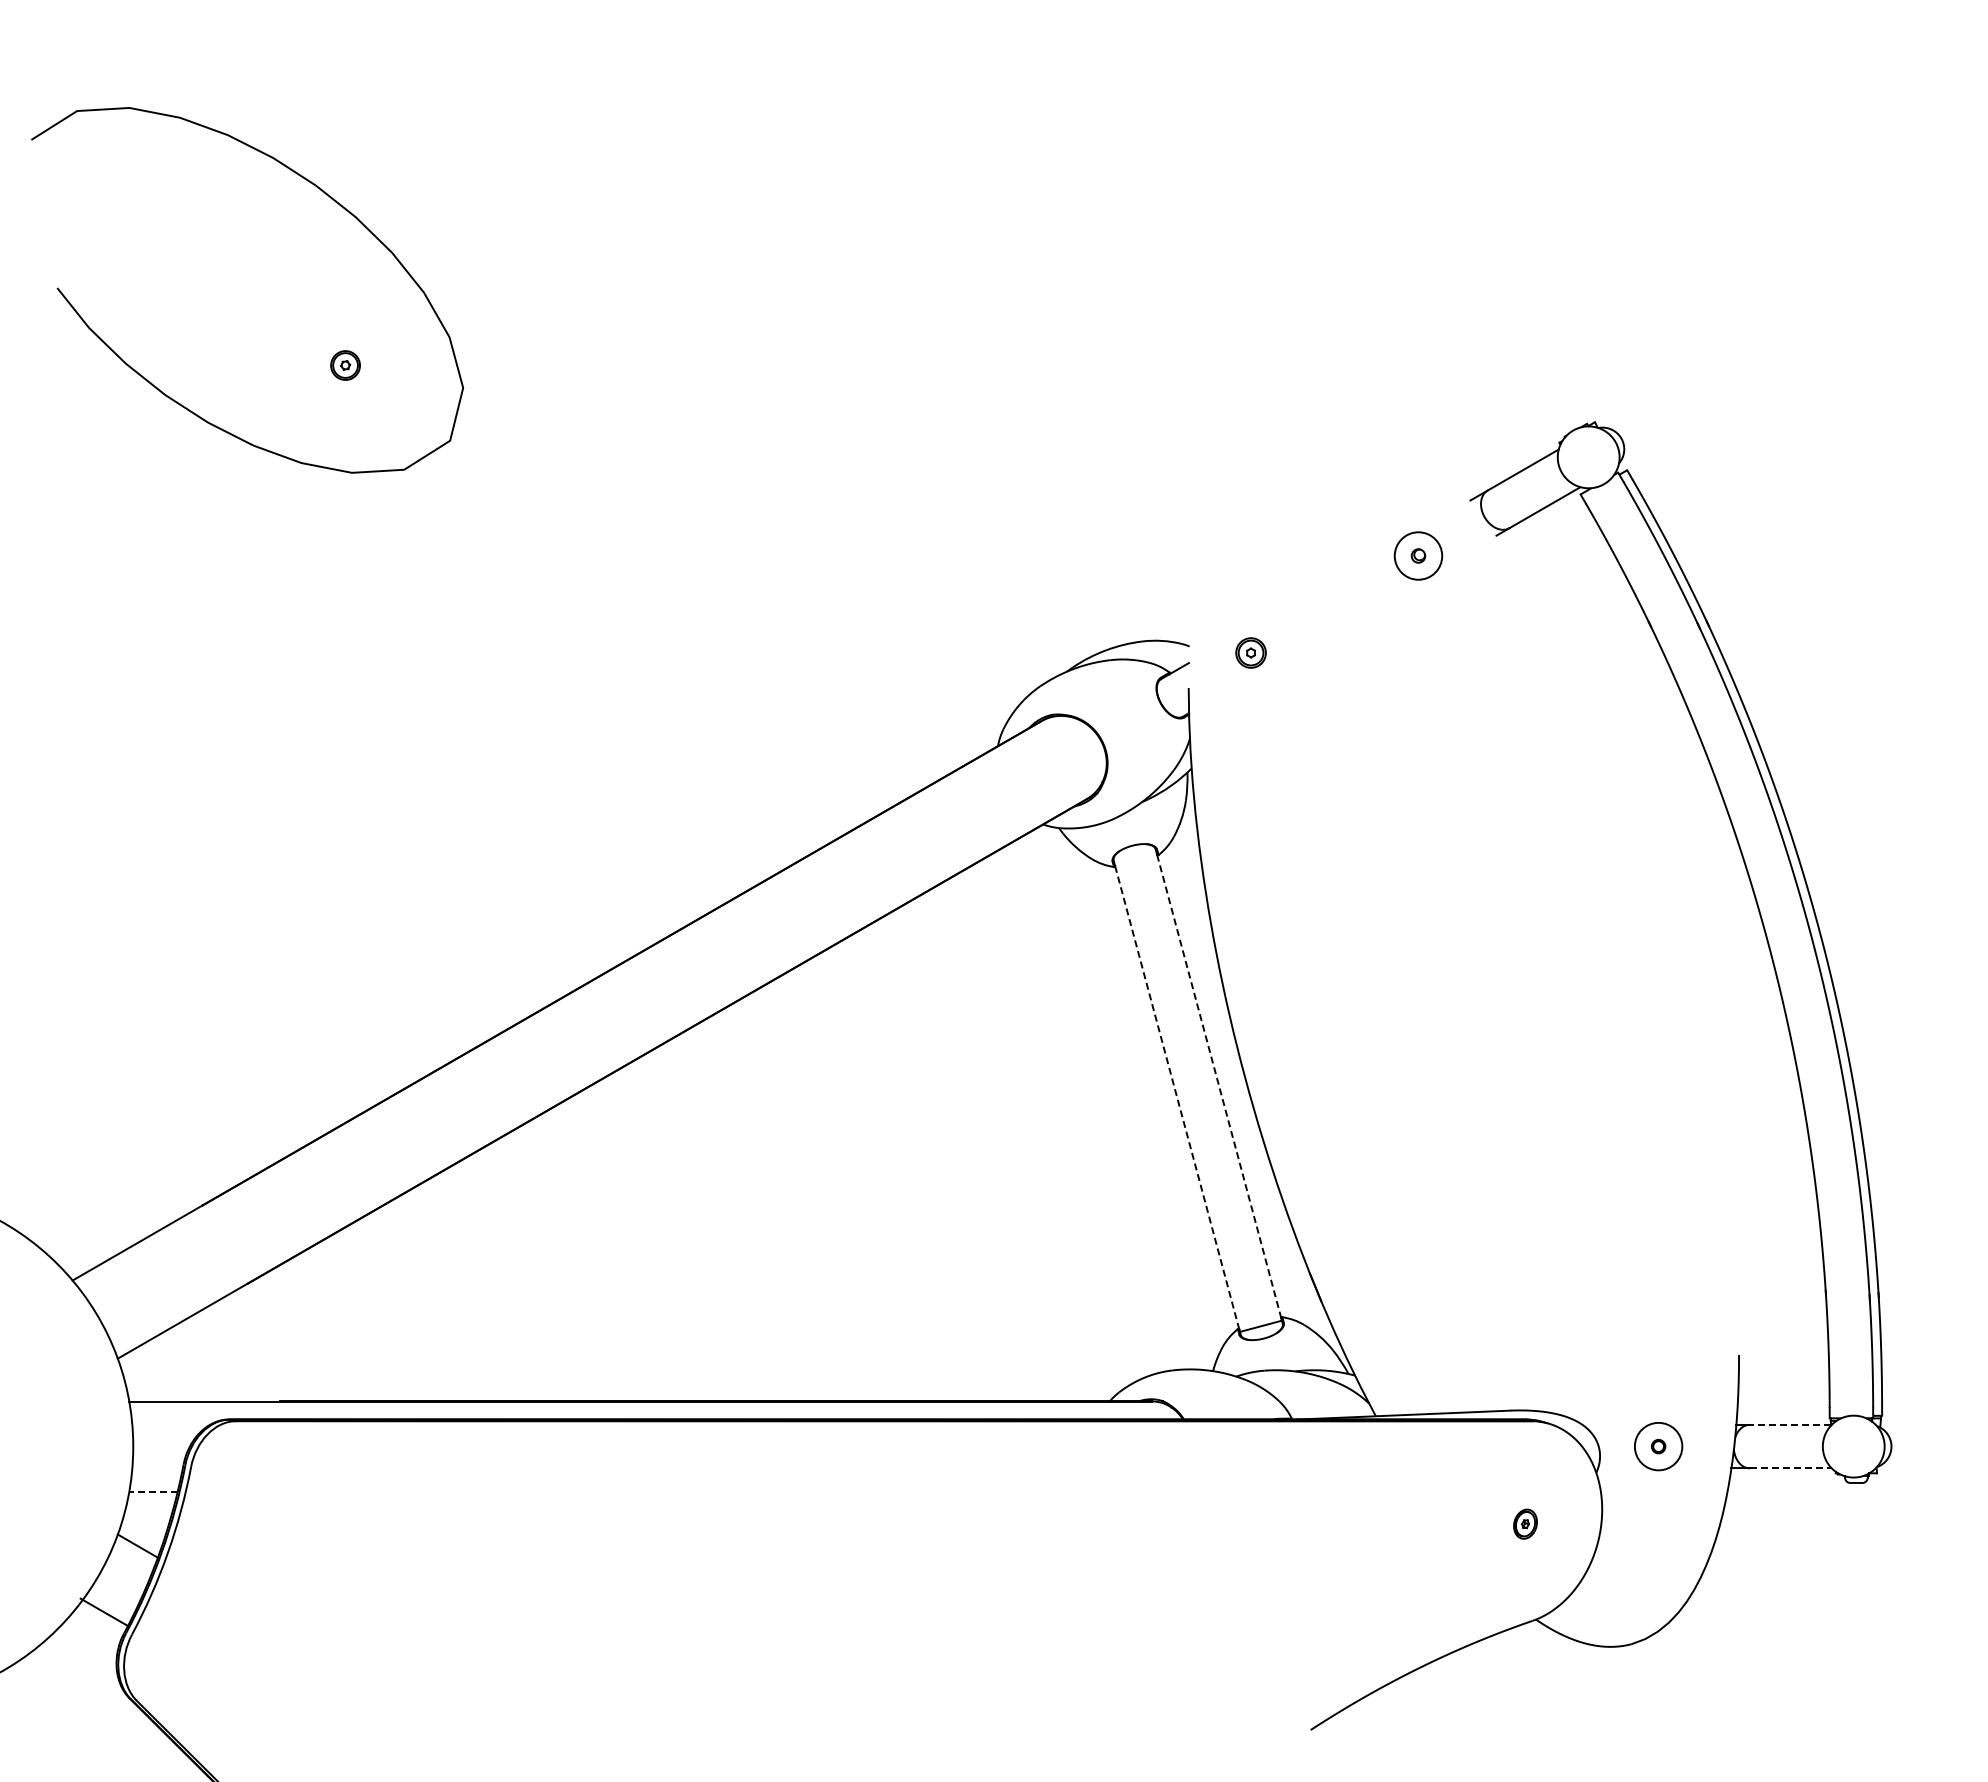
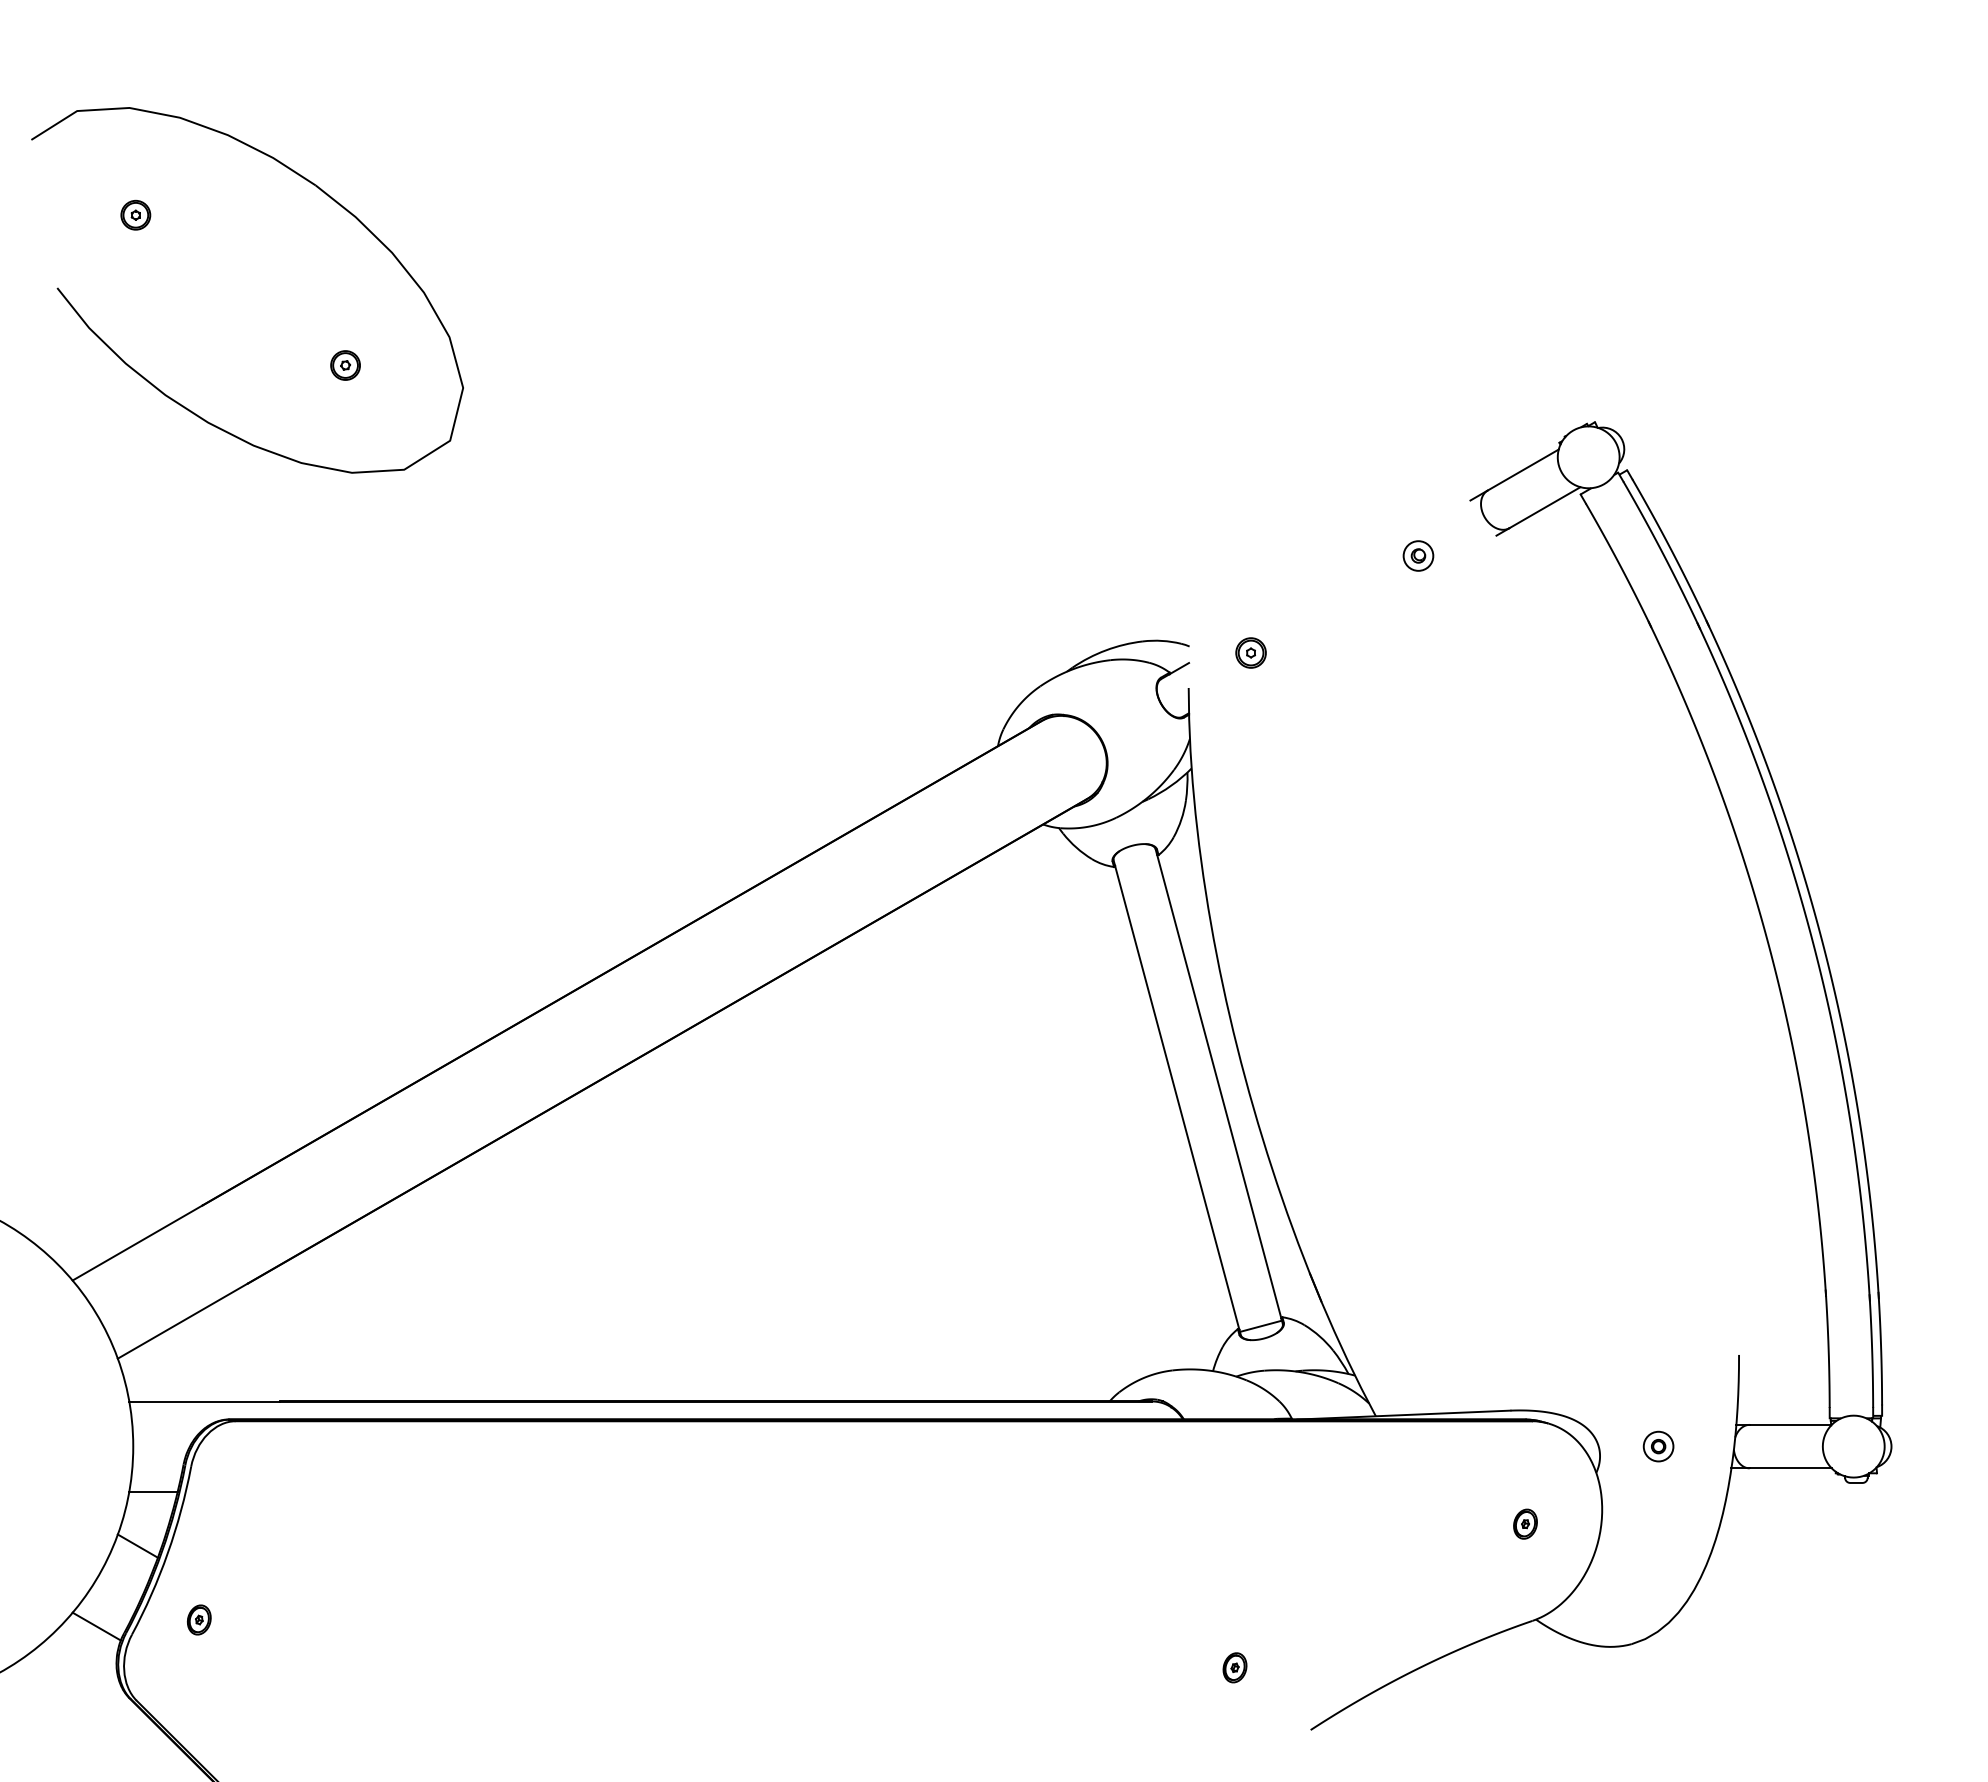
part at (135, 214): none -> present
circle at (1418, 555) diameter: 47 px -> 30 px
line at (1219, 1086): dashed -> solid
line at (1177, 1097): dashed -> solid
line at (1790, 1424): dashed -> solid
circle at (1658, 1446) diameter: 47 px -> 30 px
line at (1791, 1468): dashed -> solid
line at (153, 1491): dashed -> solid
line at (104, 1612) position: (104, 1612) -> (96, 1626)
part at (198, 1619): none -> present
part at (1234, 1667): none -> present
